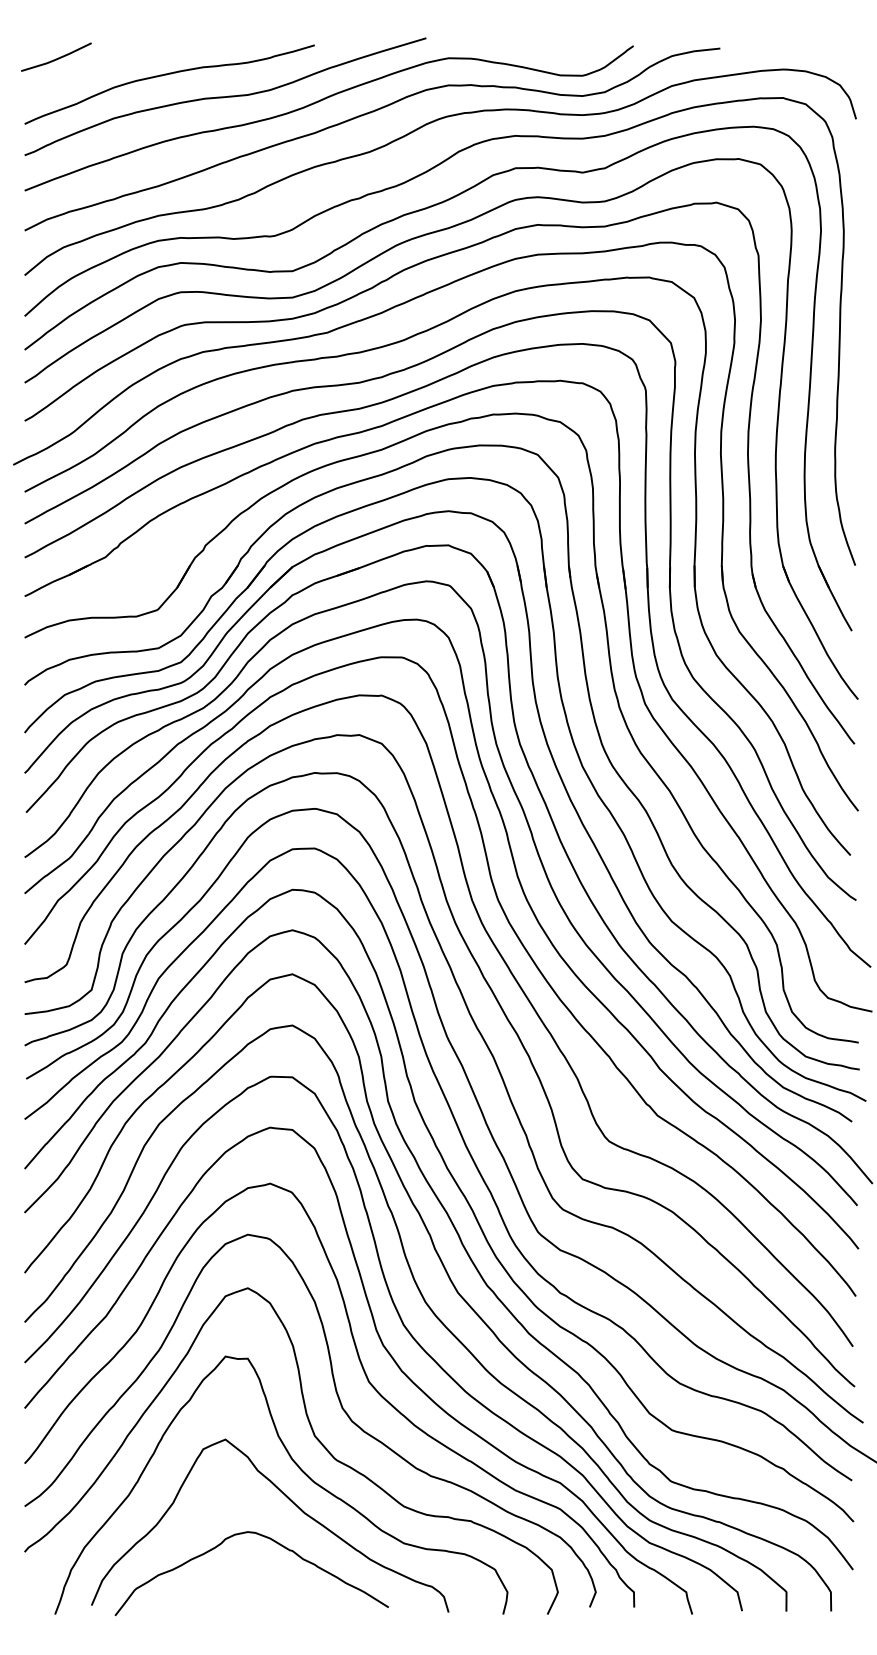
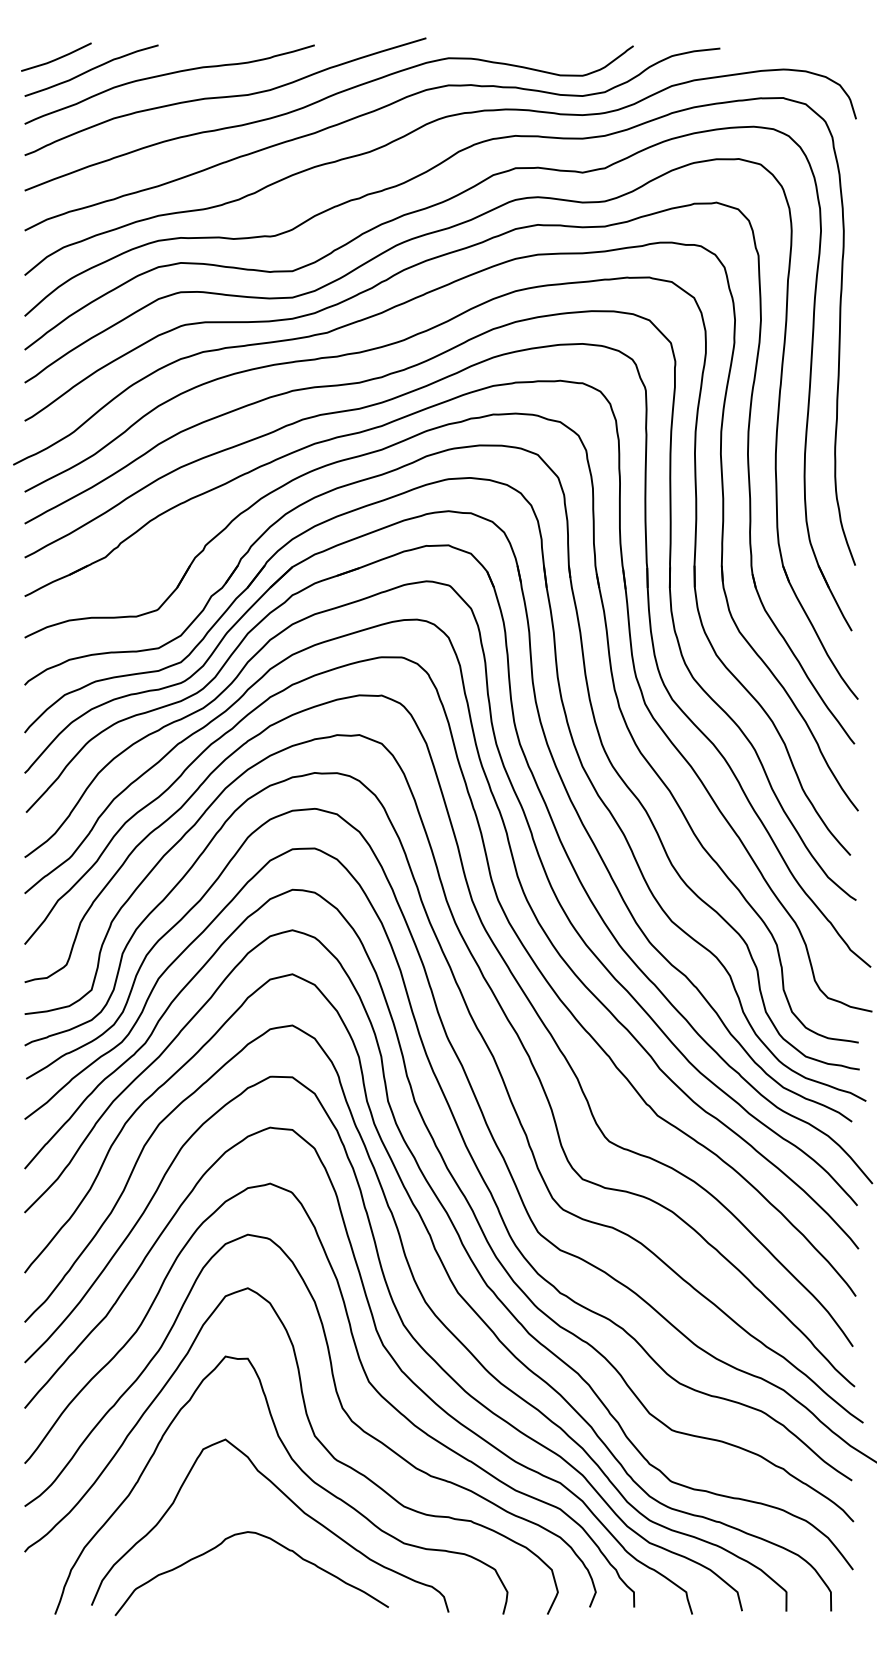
curve at (91, 70): none -> present
